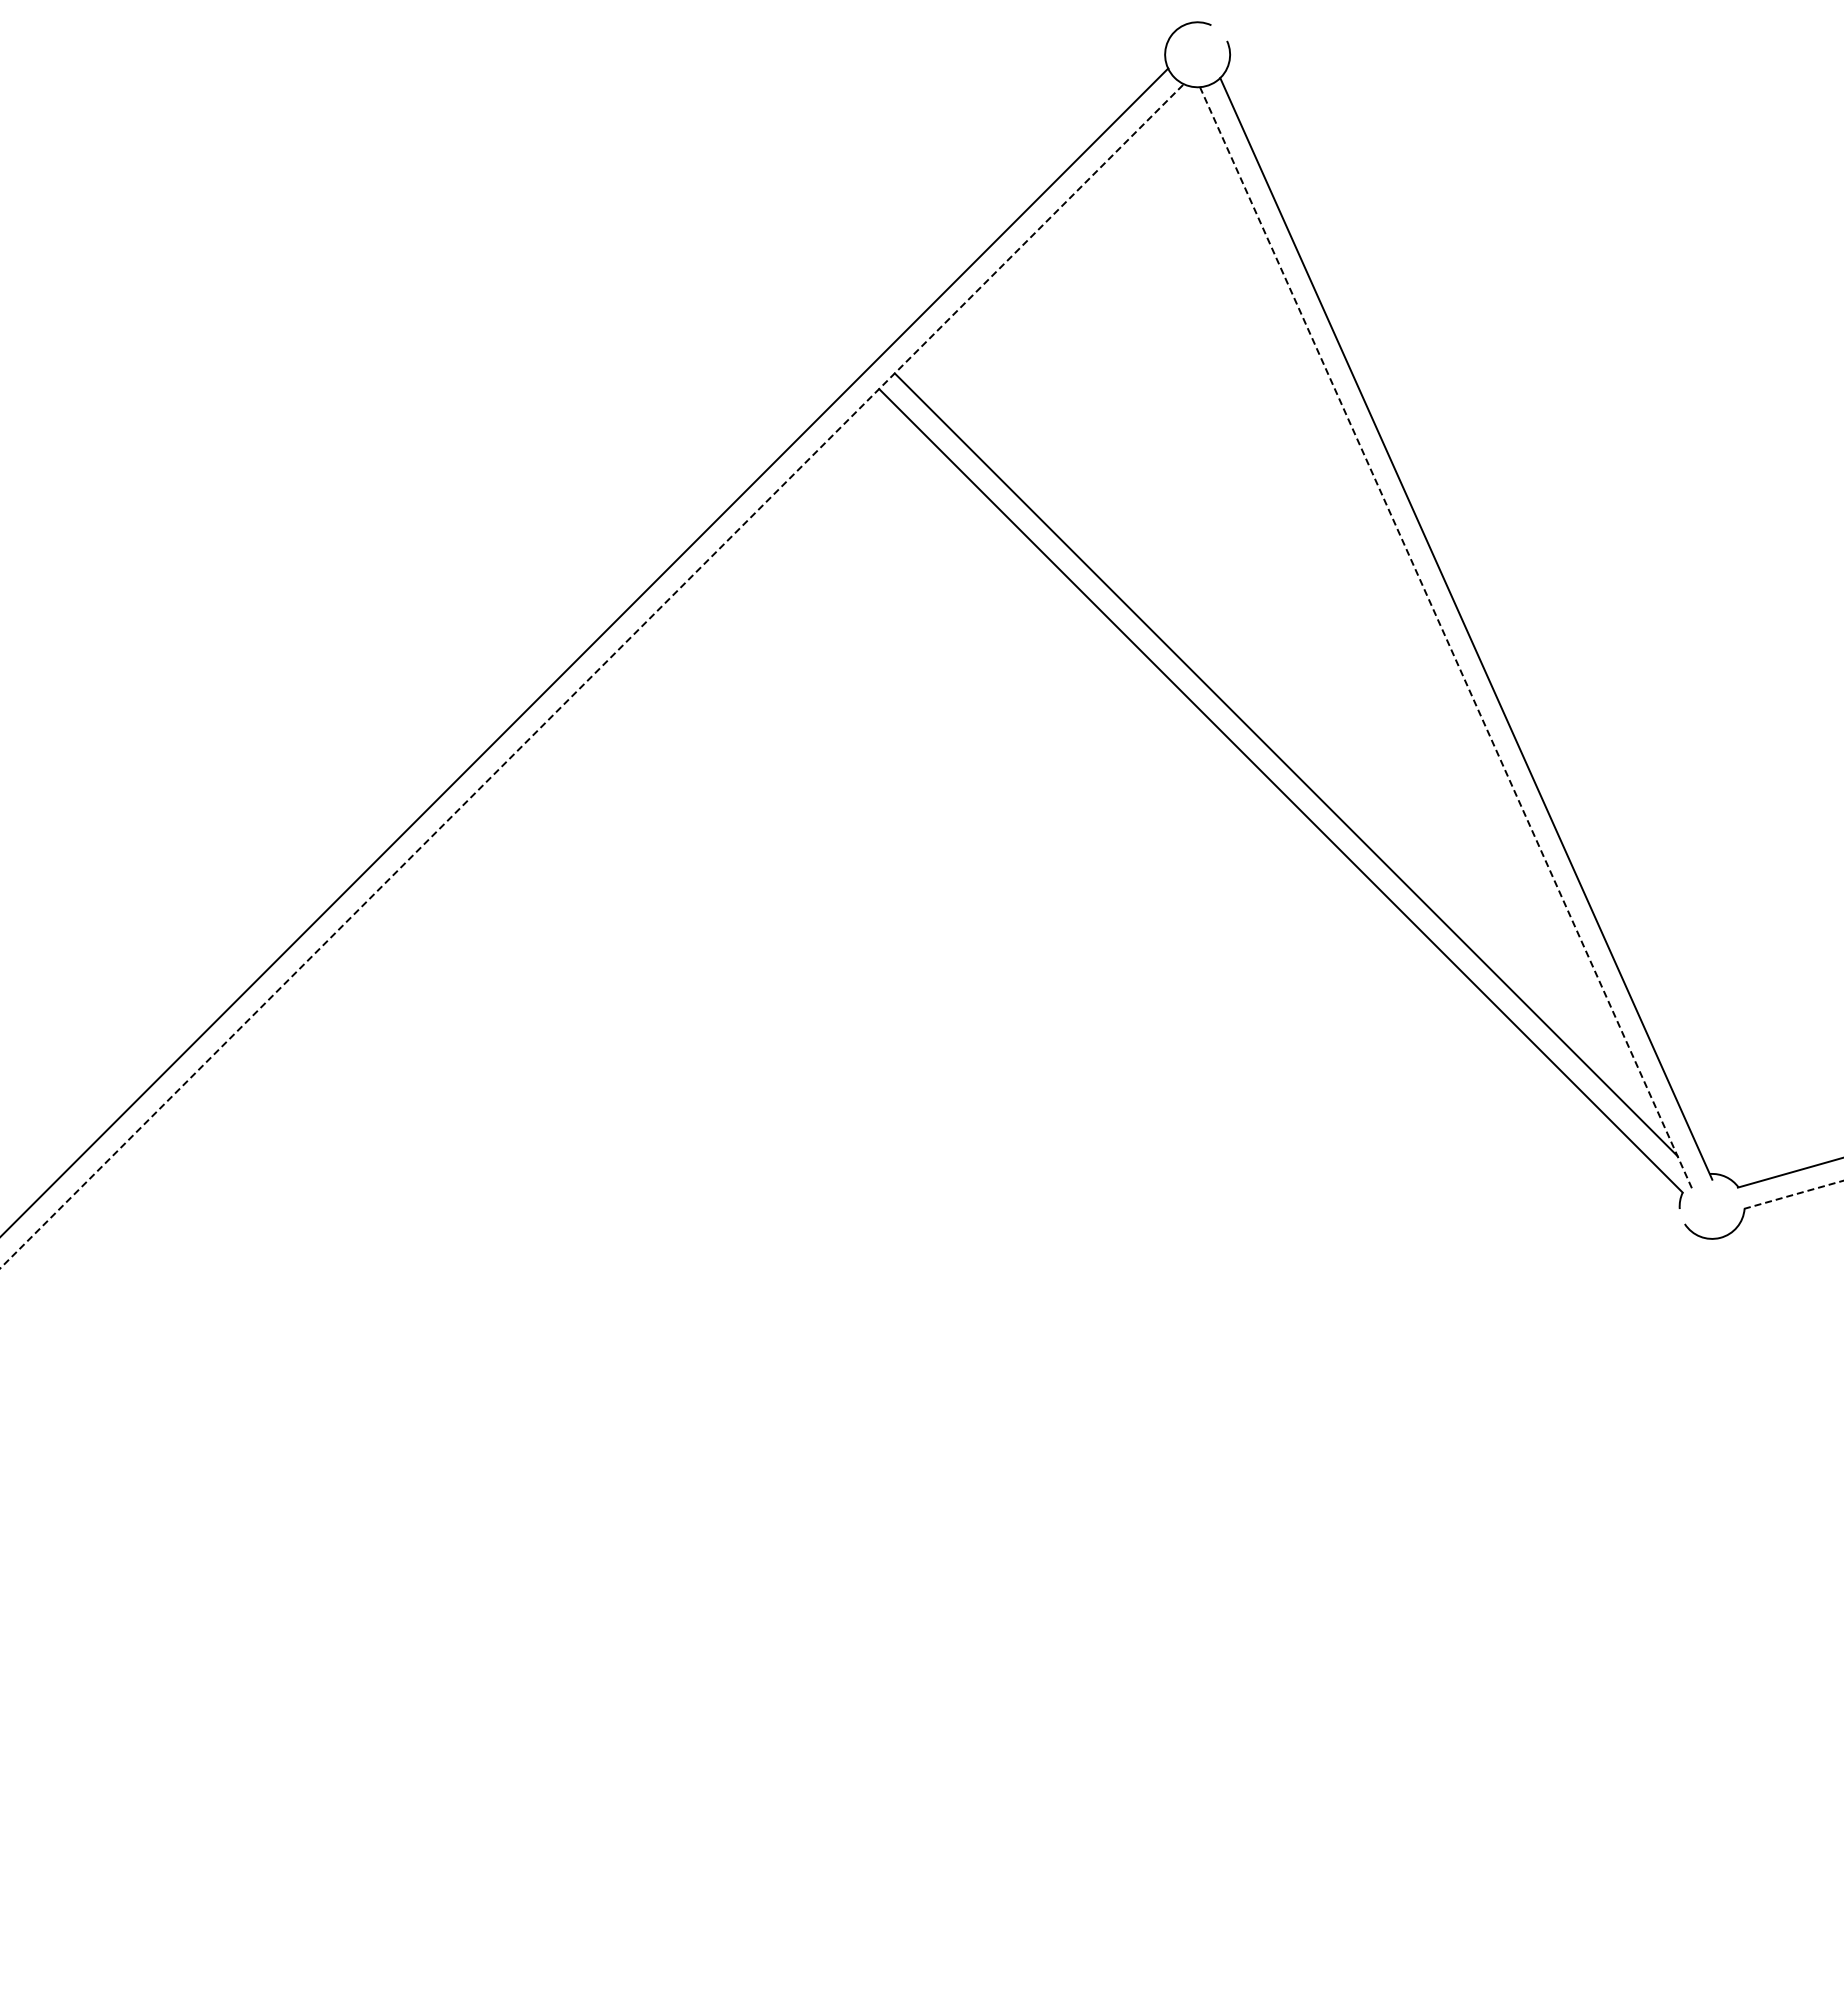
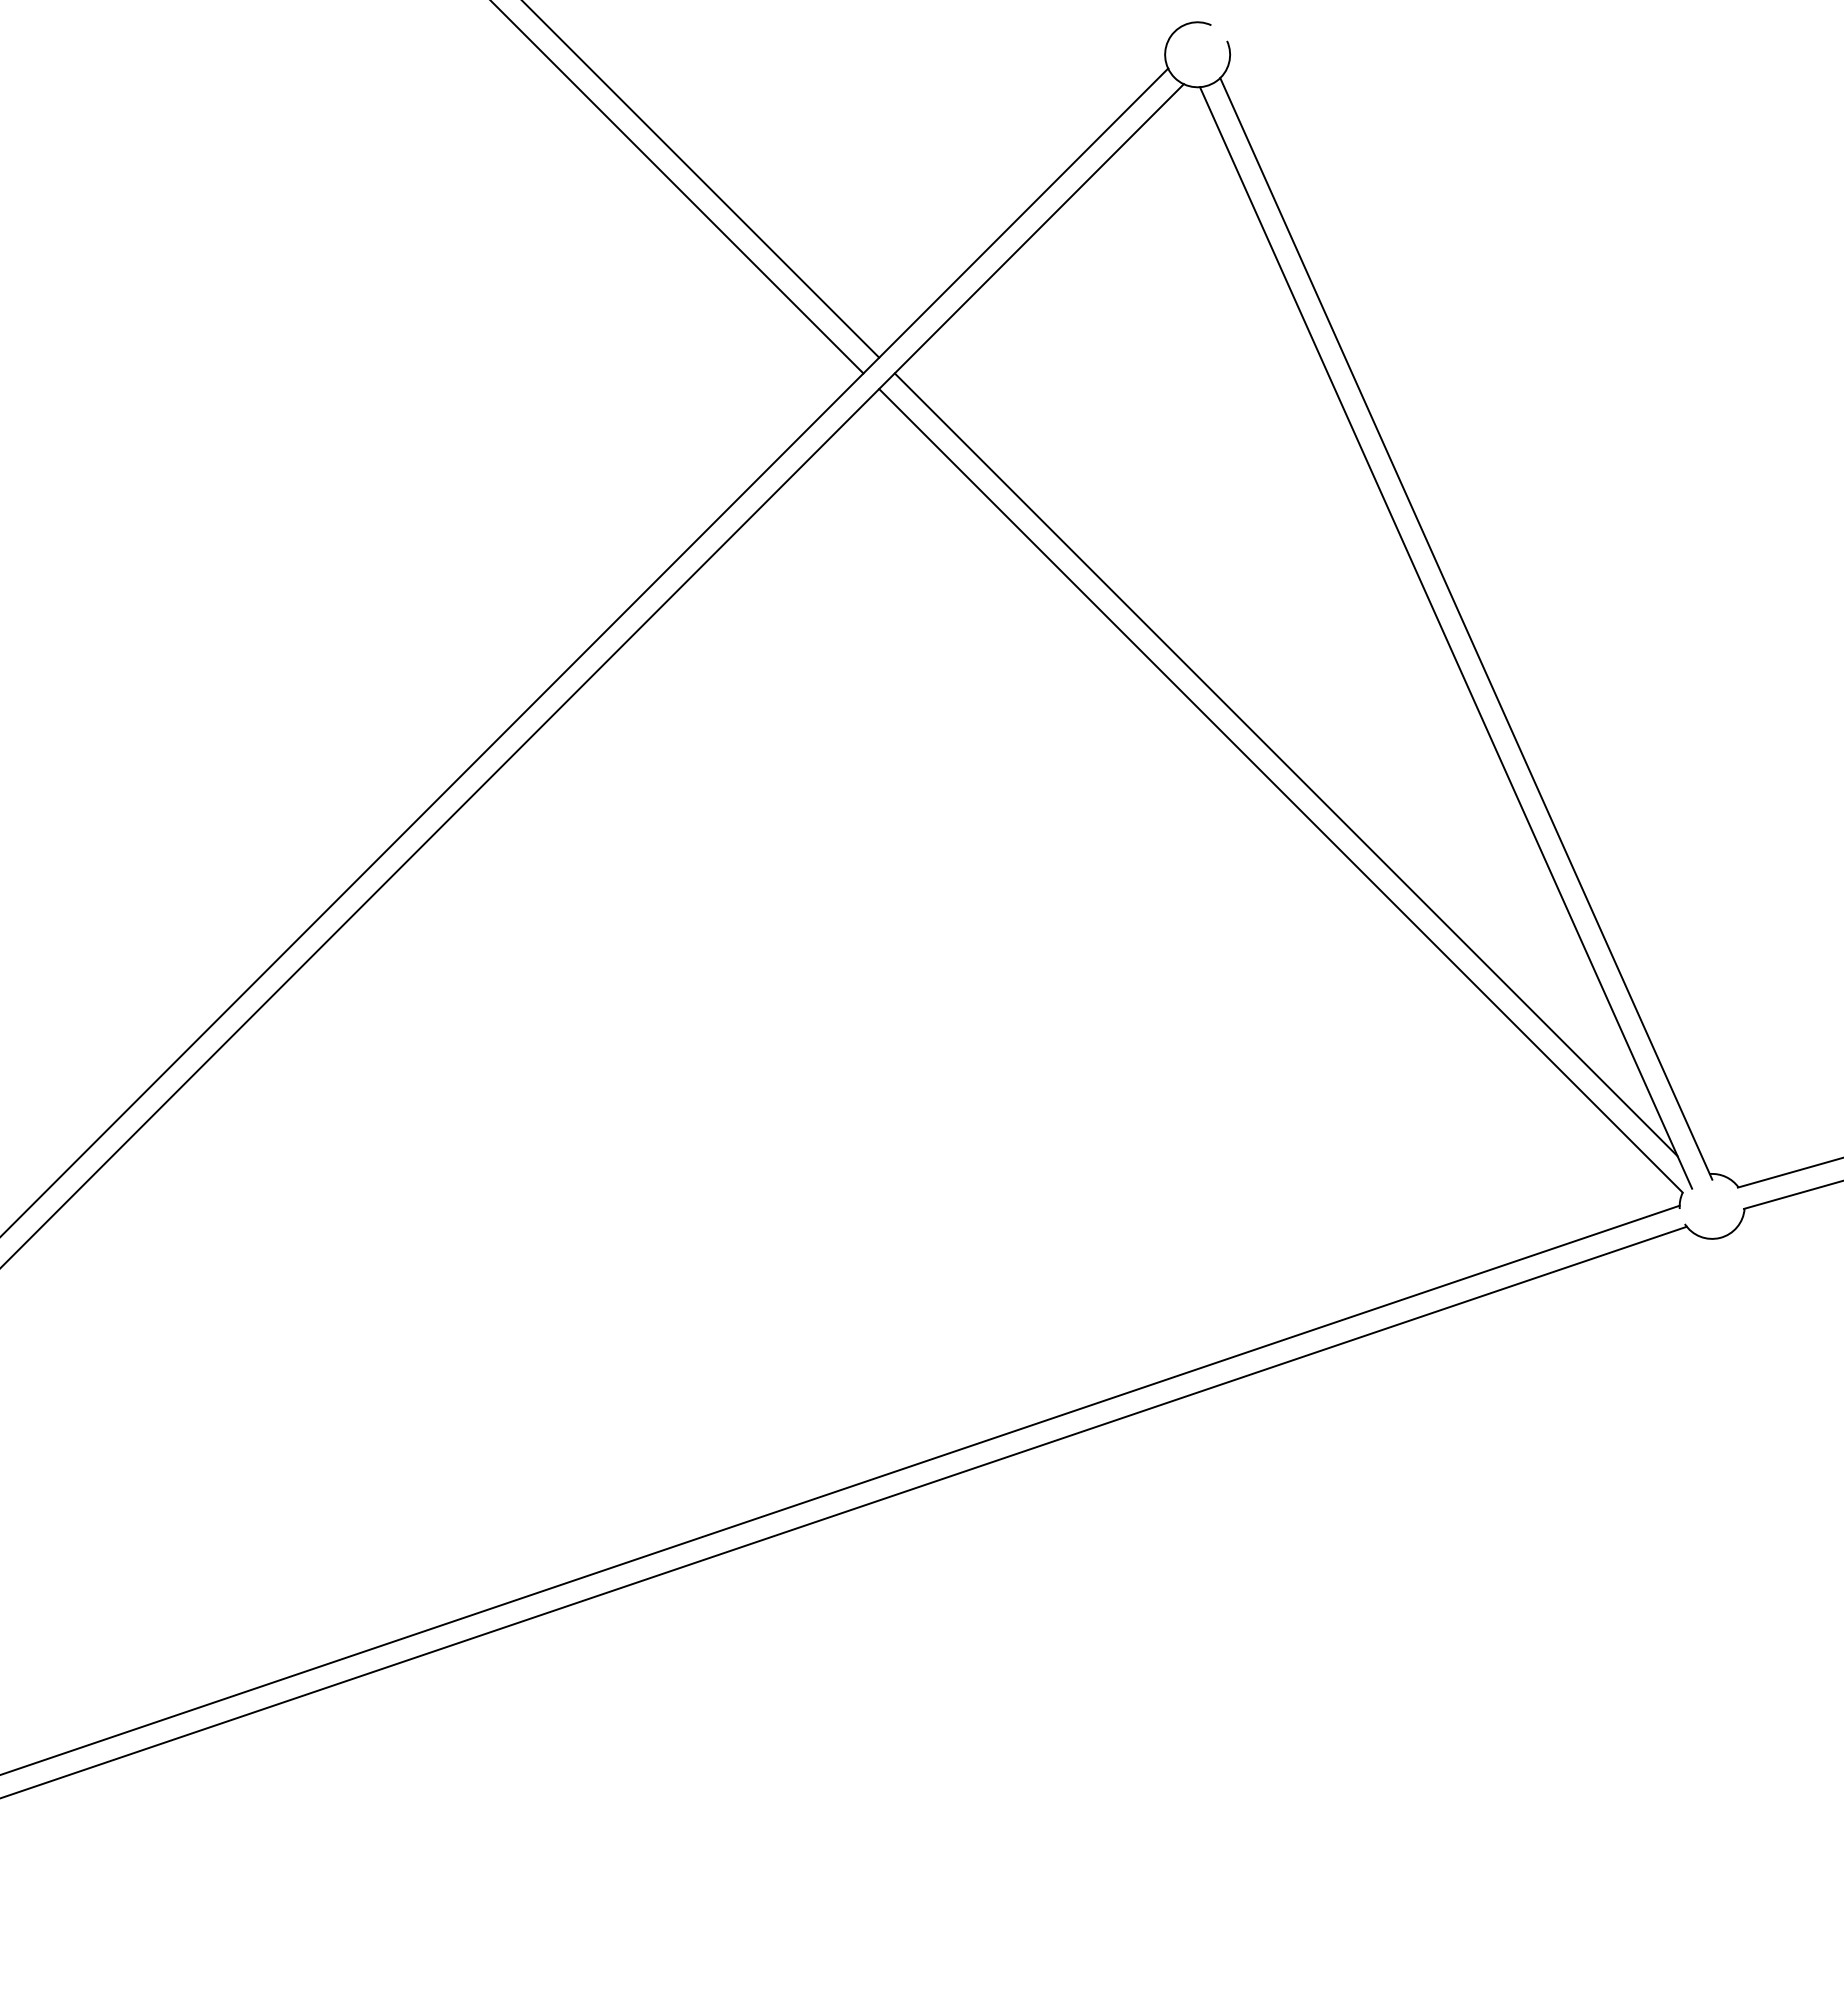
line at (701, 179): none -> present
line at (677, 187): none -> present
line at (1446, 638): dashed -> solid
line at (592, 675): dashed -> solid
line at (1793, 1194): dashed -> solid
line at (840, 1489): none -> present
line at (844, 1511): none -> present
